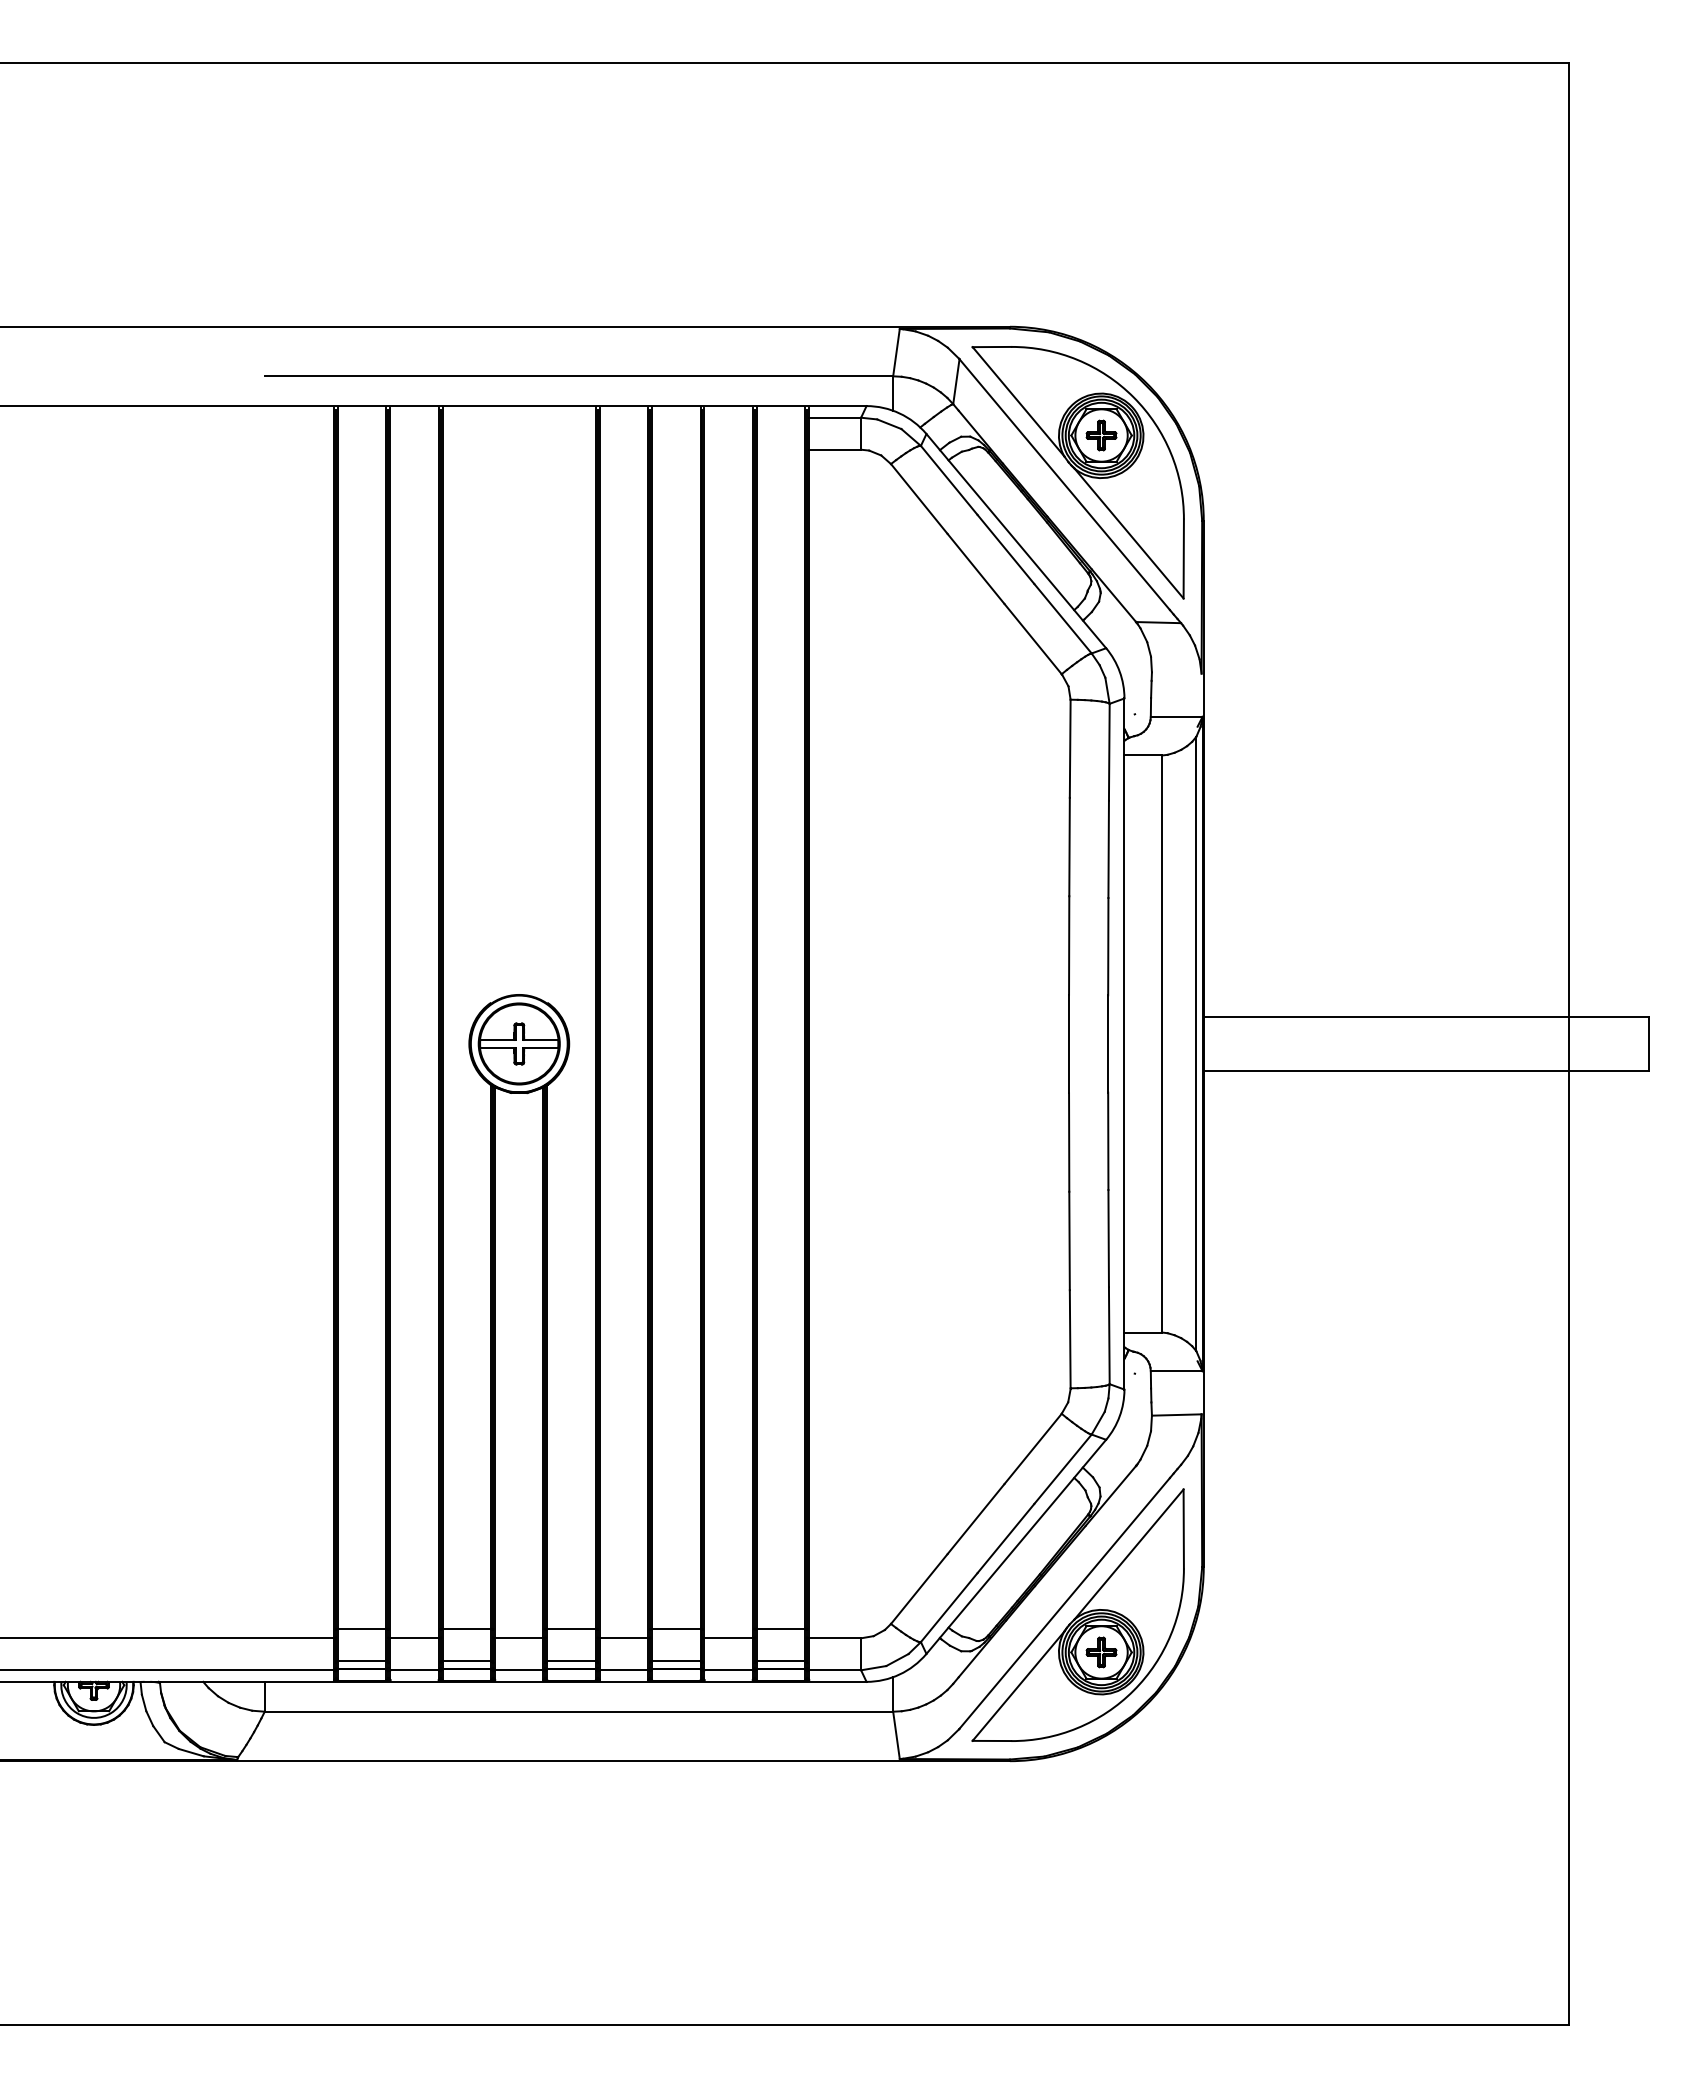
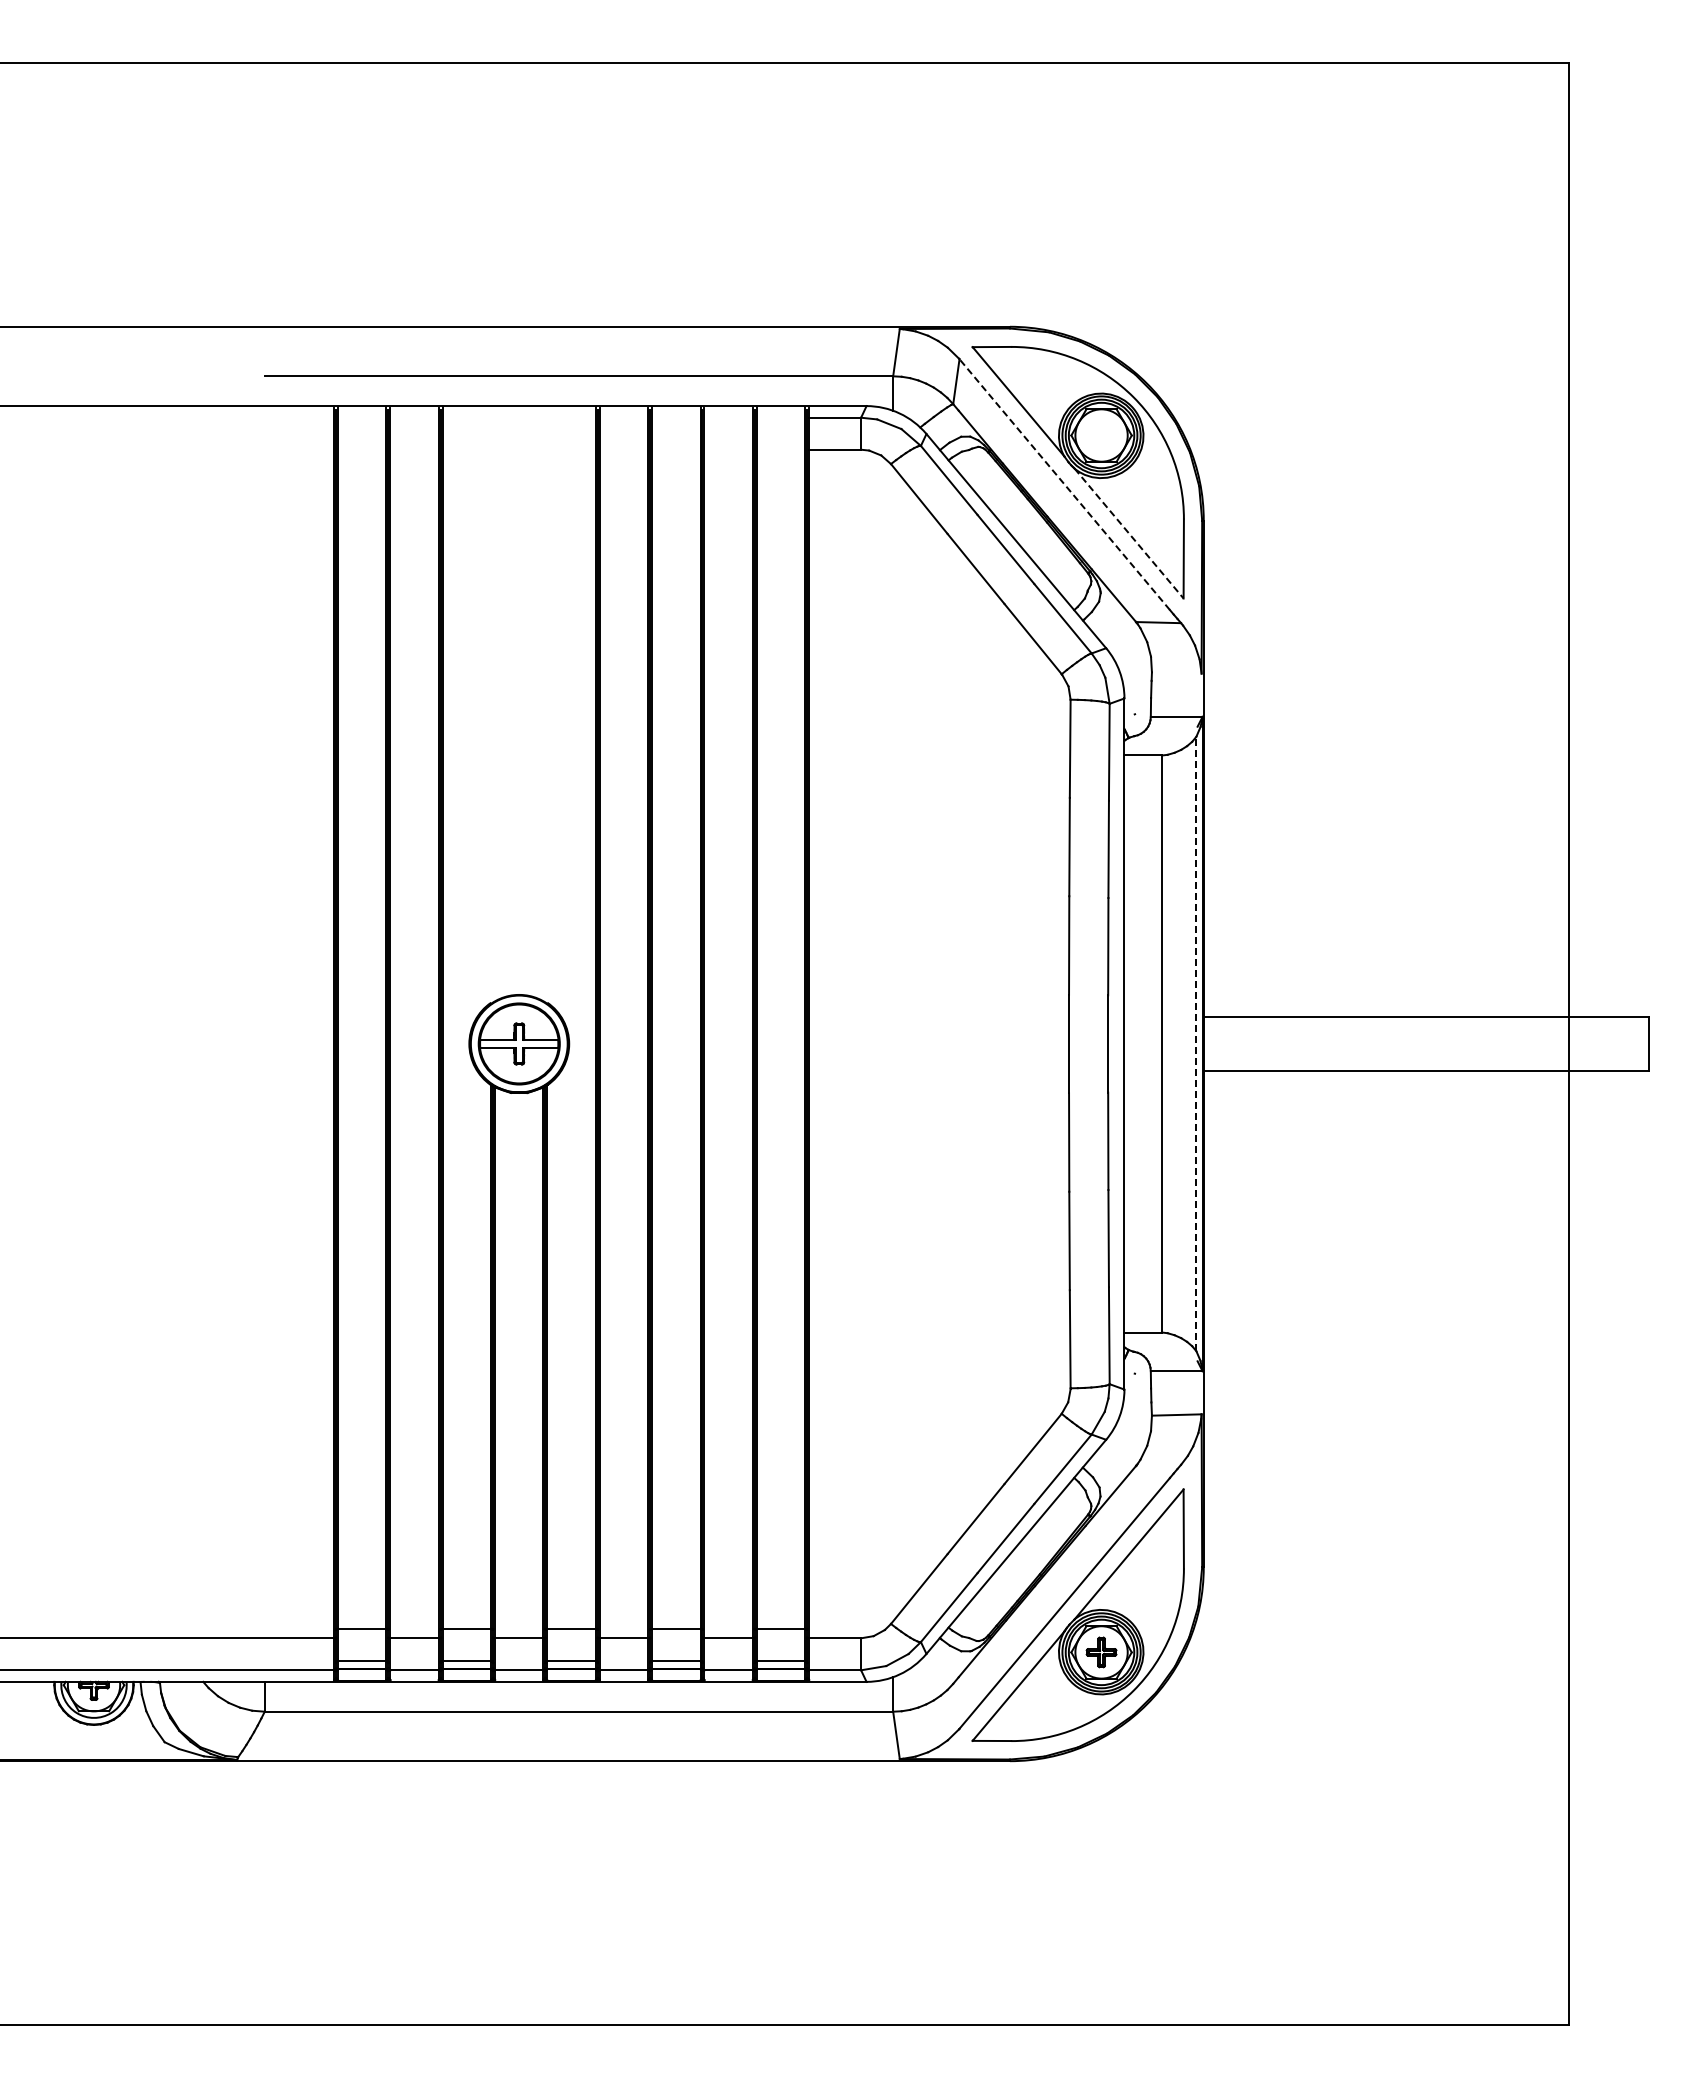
part at (1101, 435): present -> none
line at (1064, 484): solid -> dashed
line at (1129, 533): solid -> dashed
line at (1196, 1043): solid -> dashed
